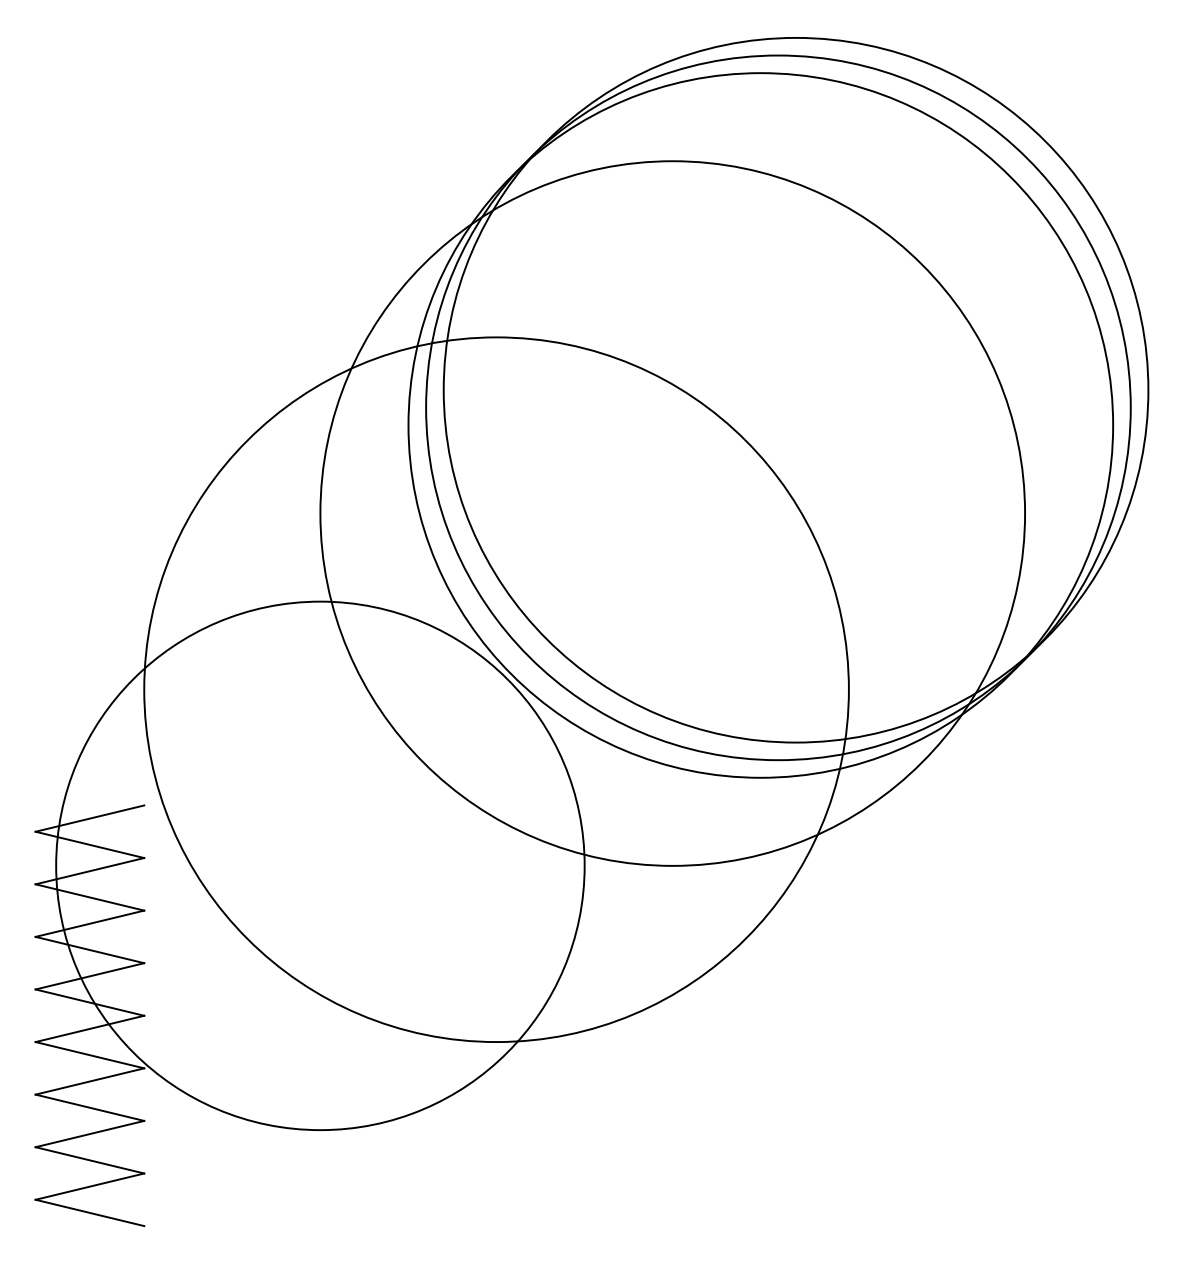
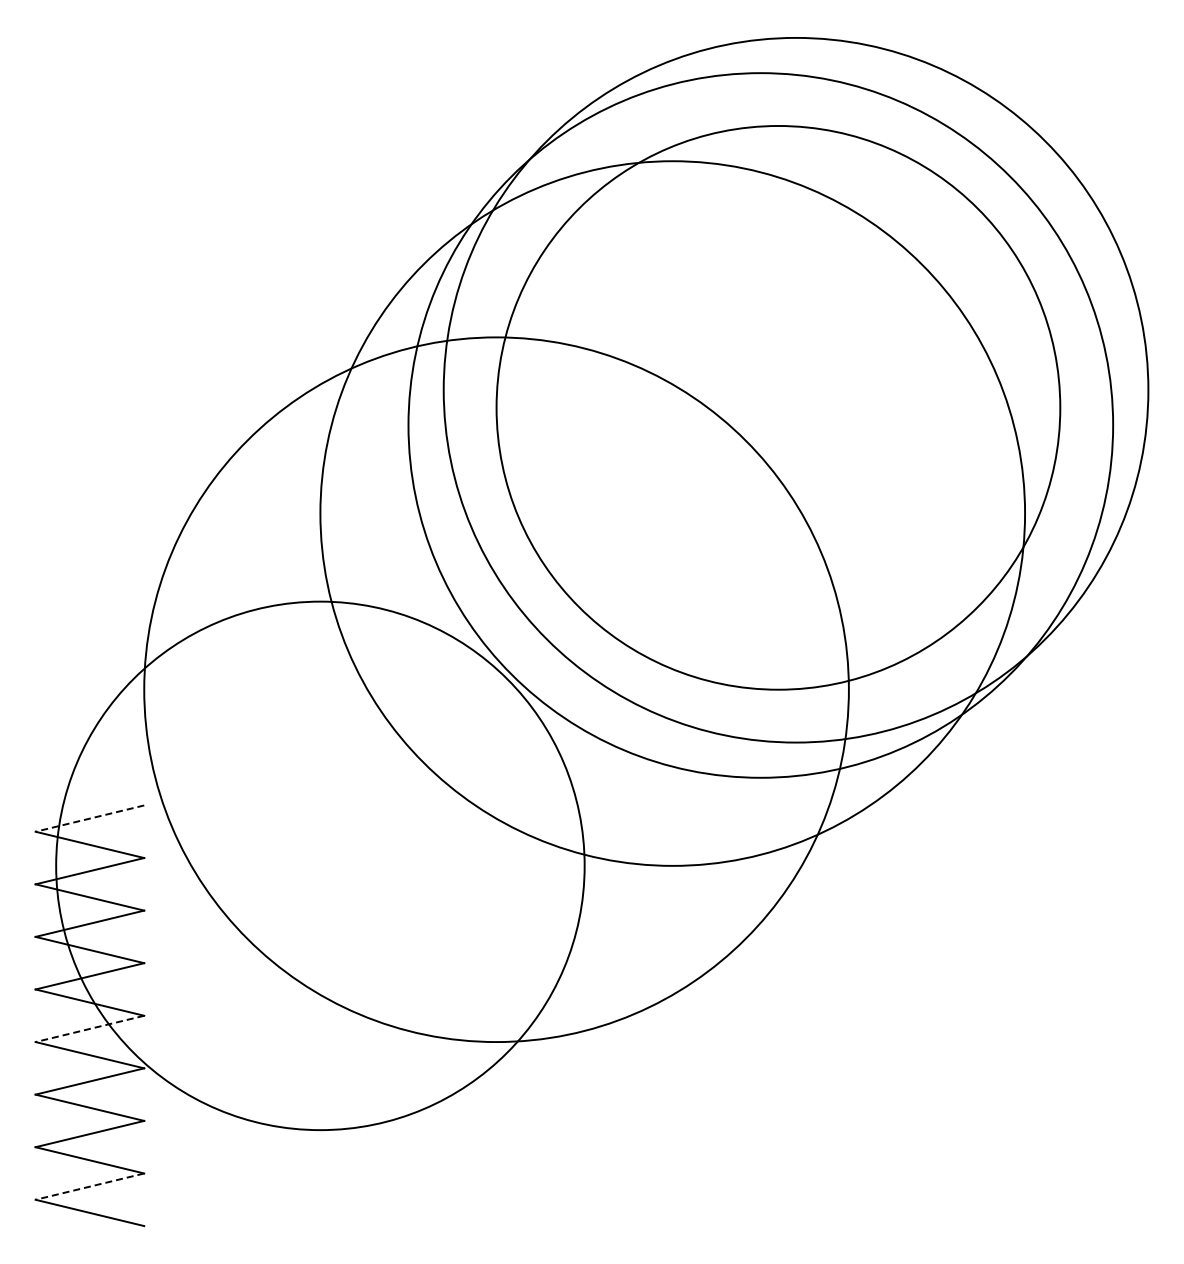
circle at (778, 407) diameter: 705 px -> 564 px
line at (89, 818): solid -> dashed
line at (89, 1028): solid -> dashed
line at (89, 1186): solid -> dashed
